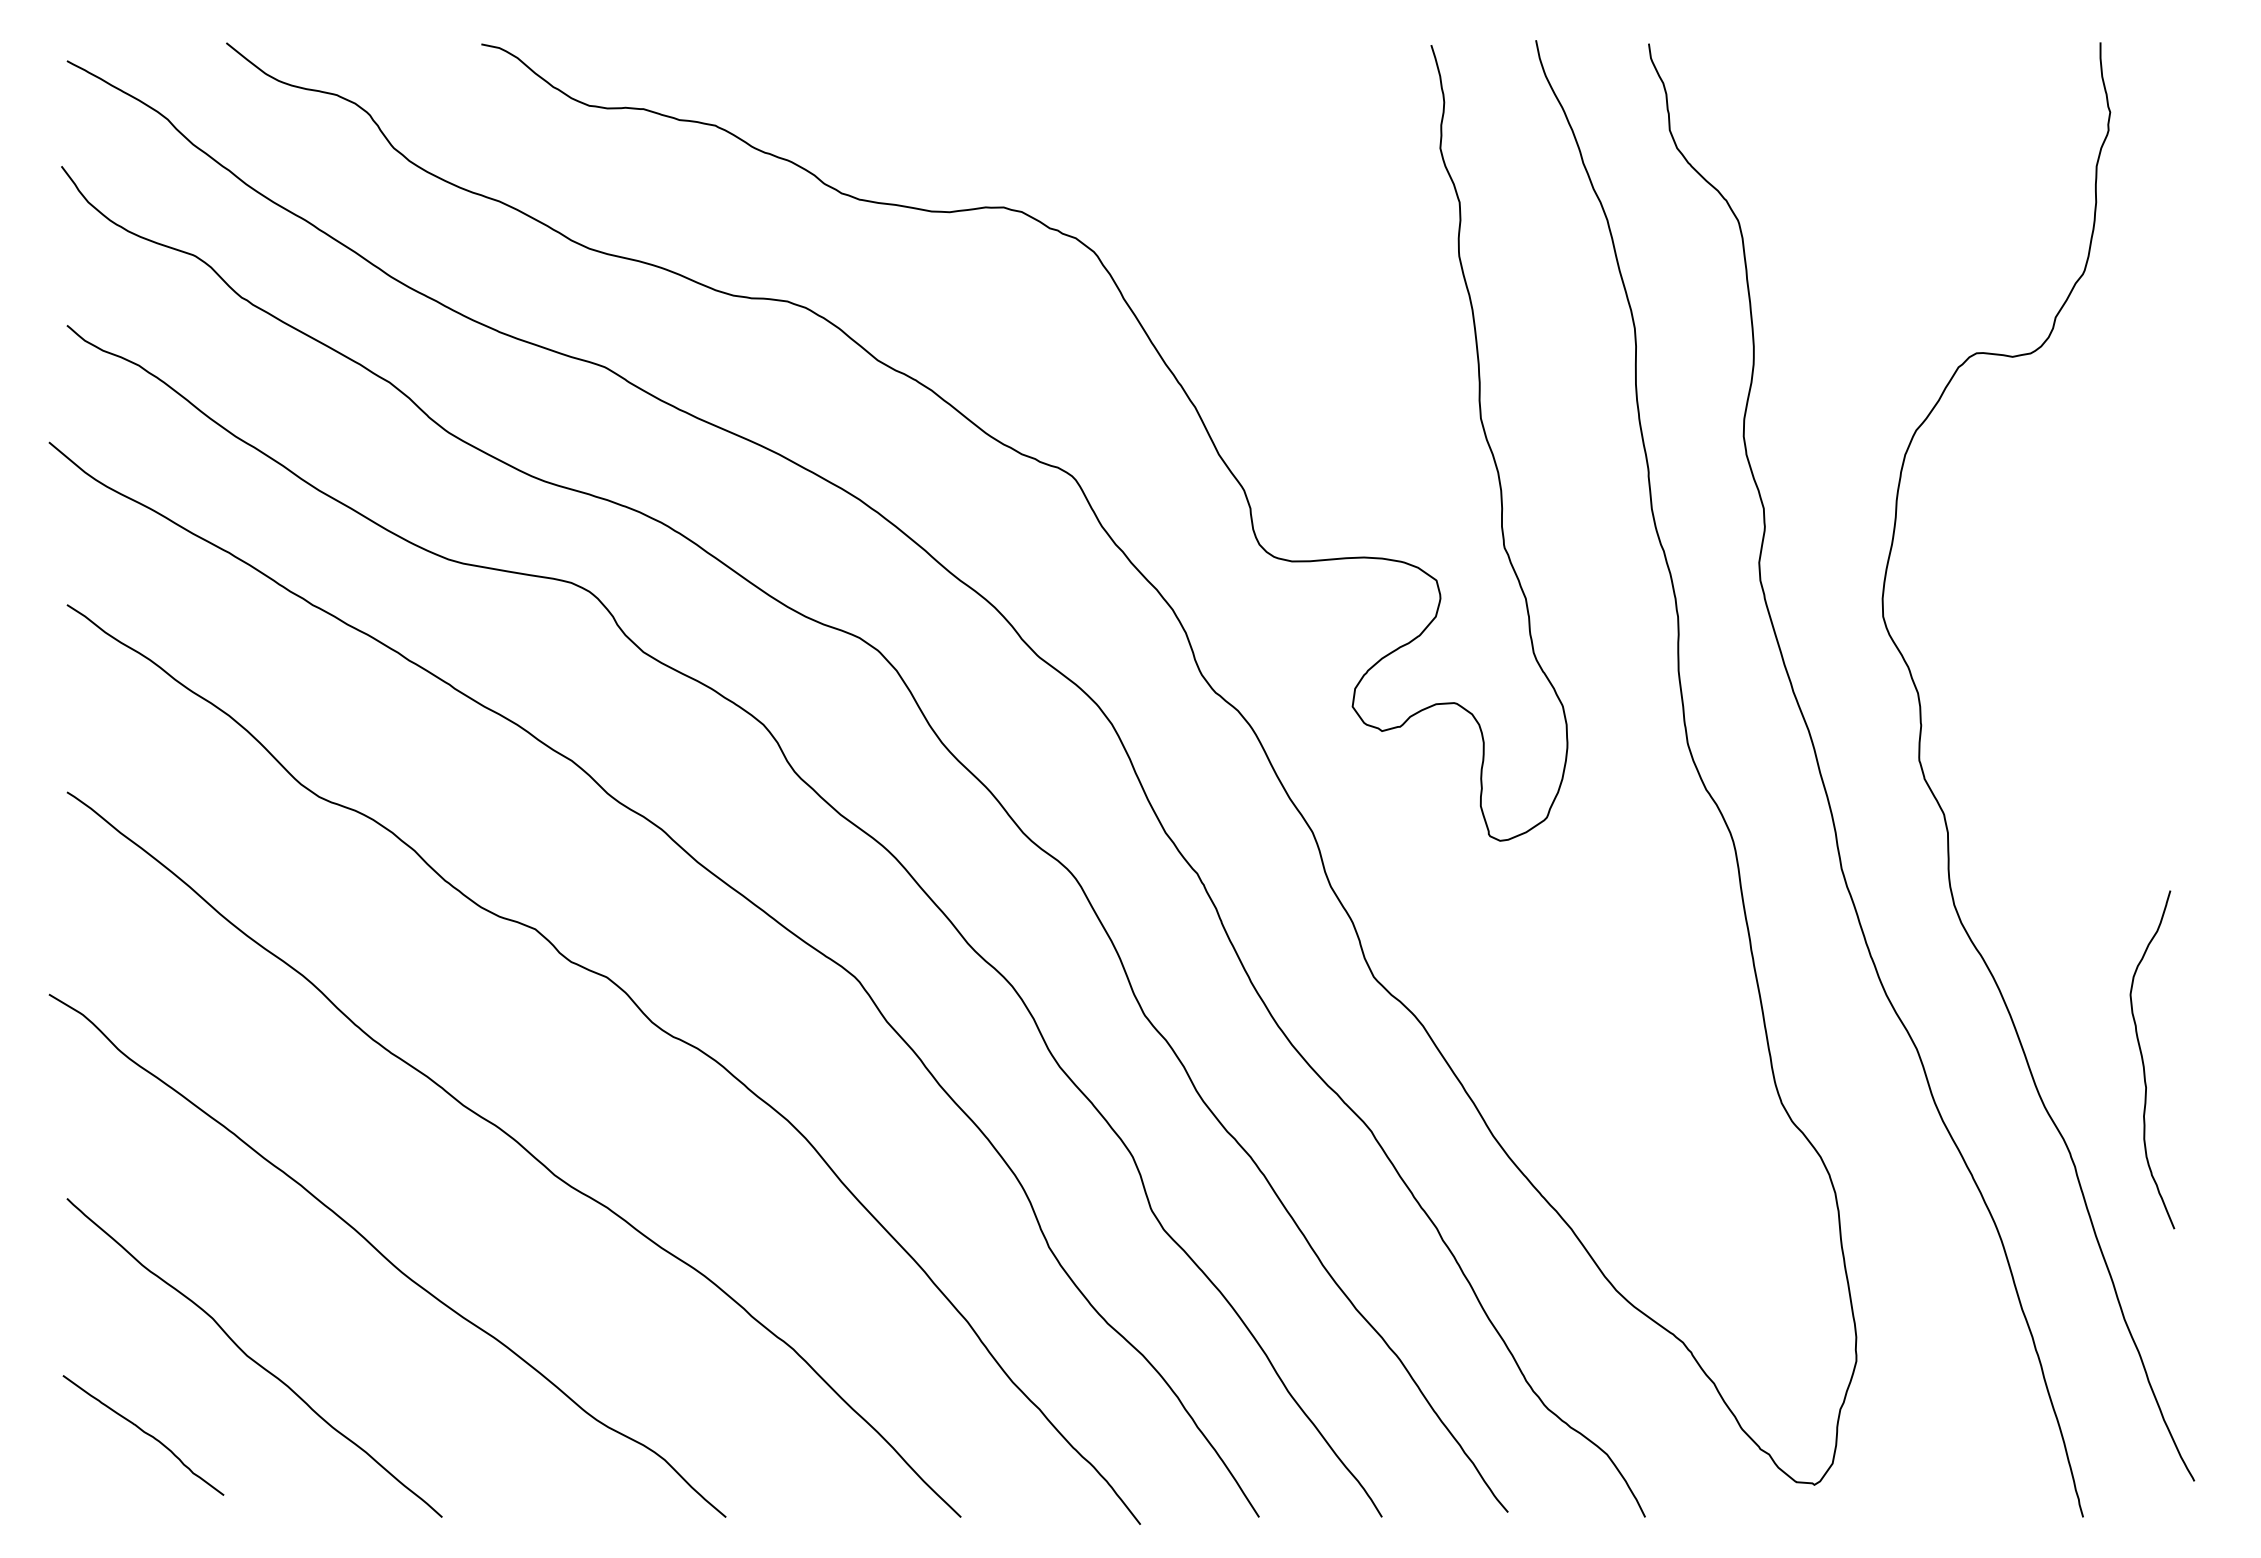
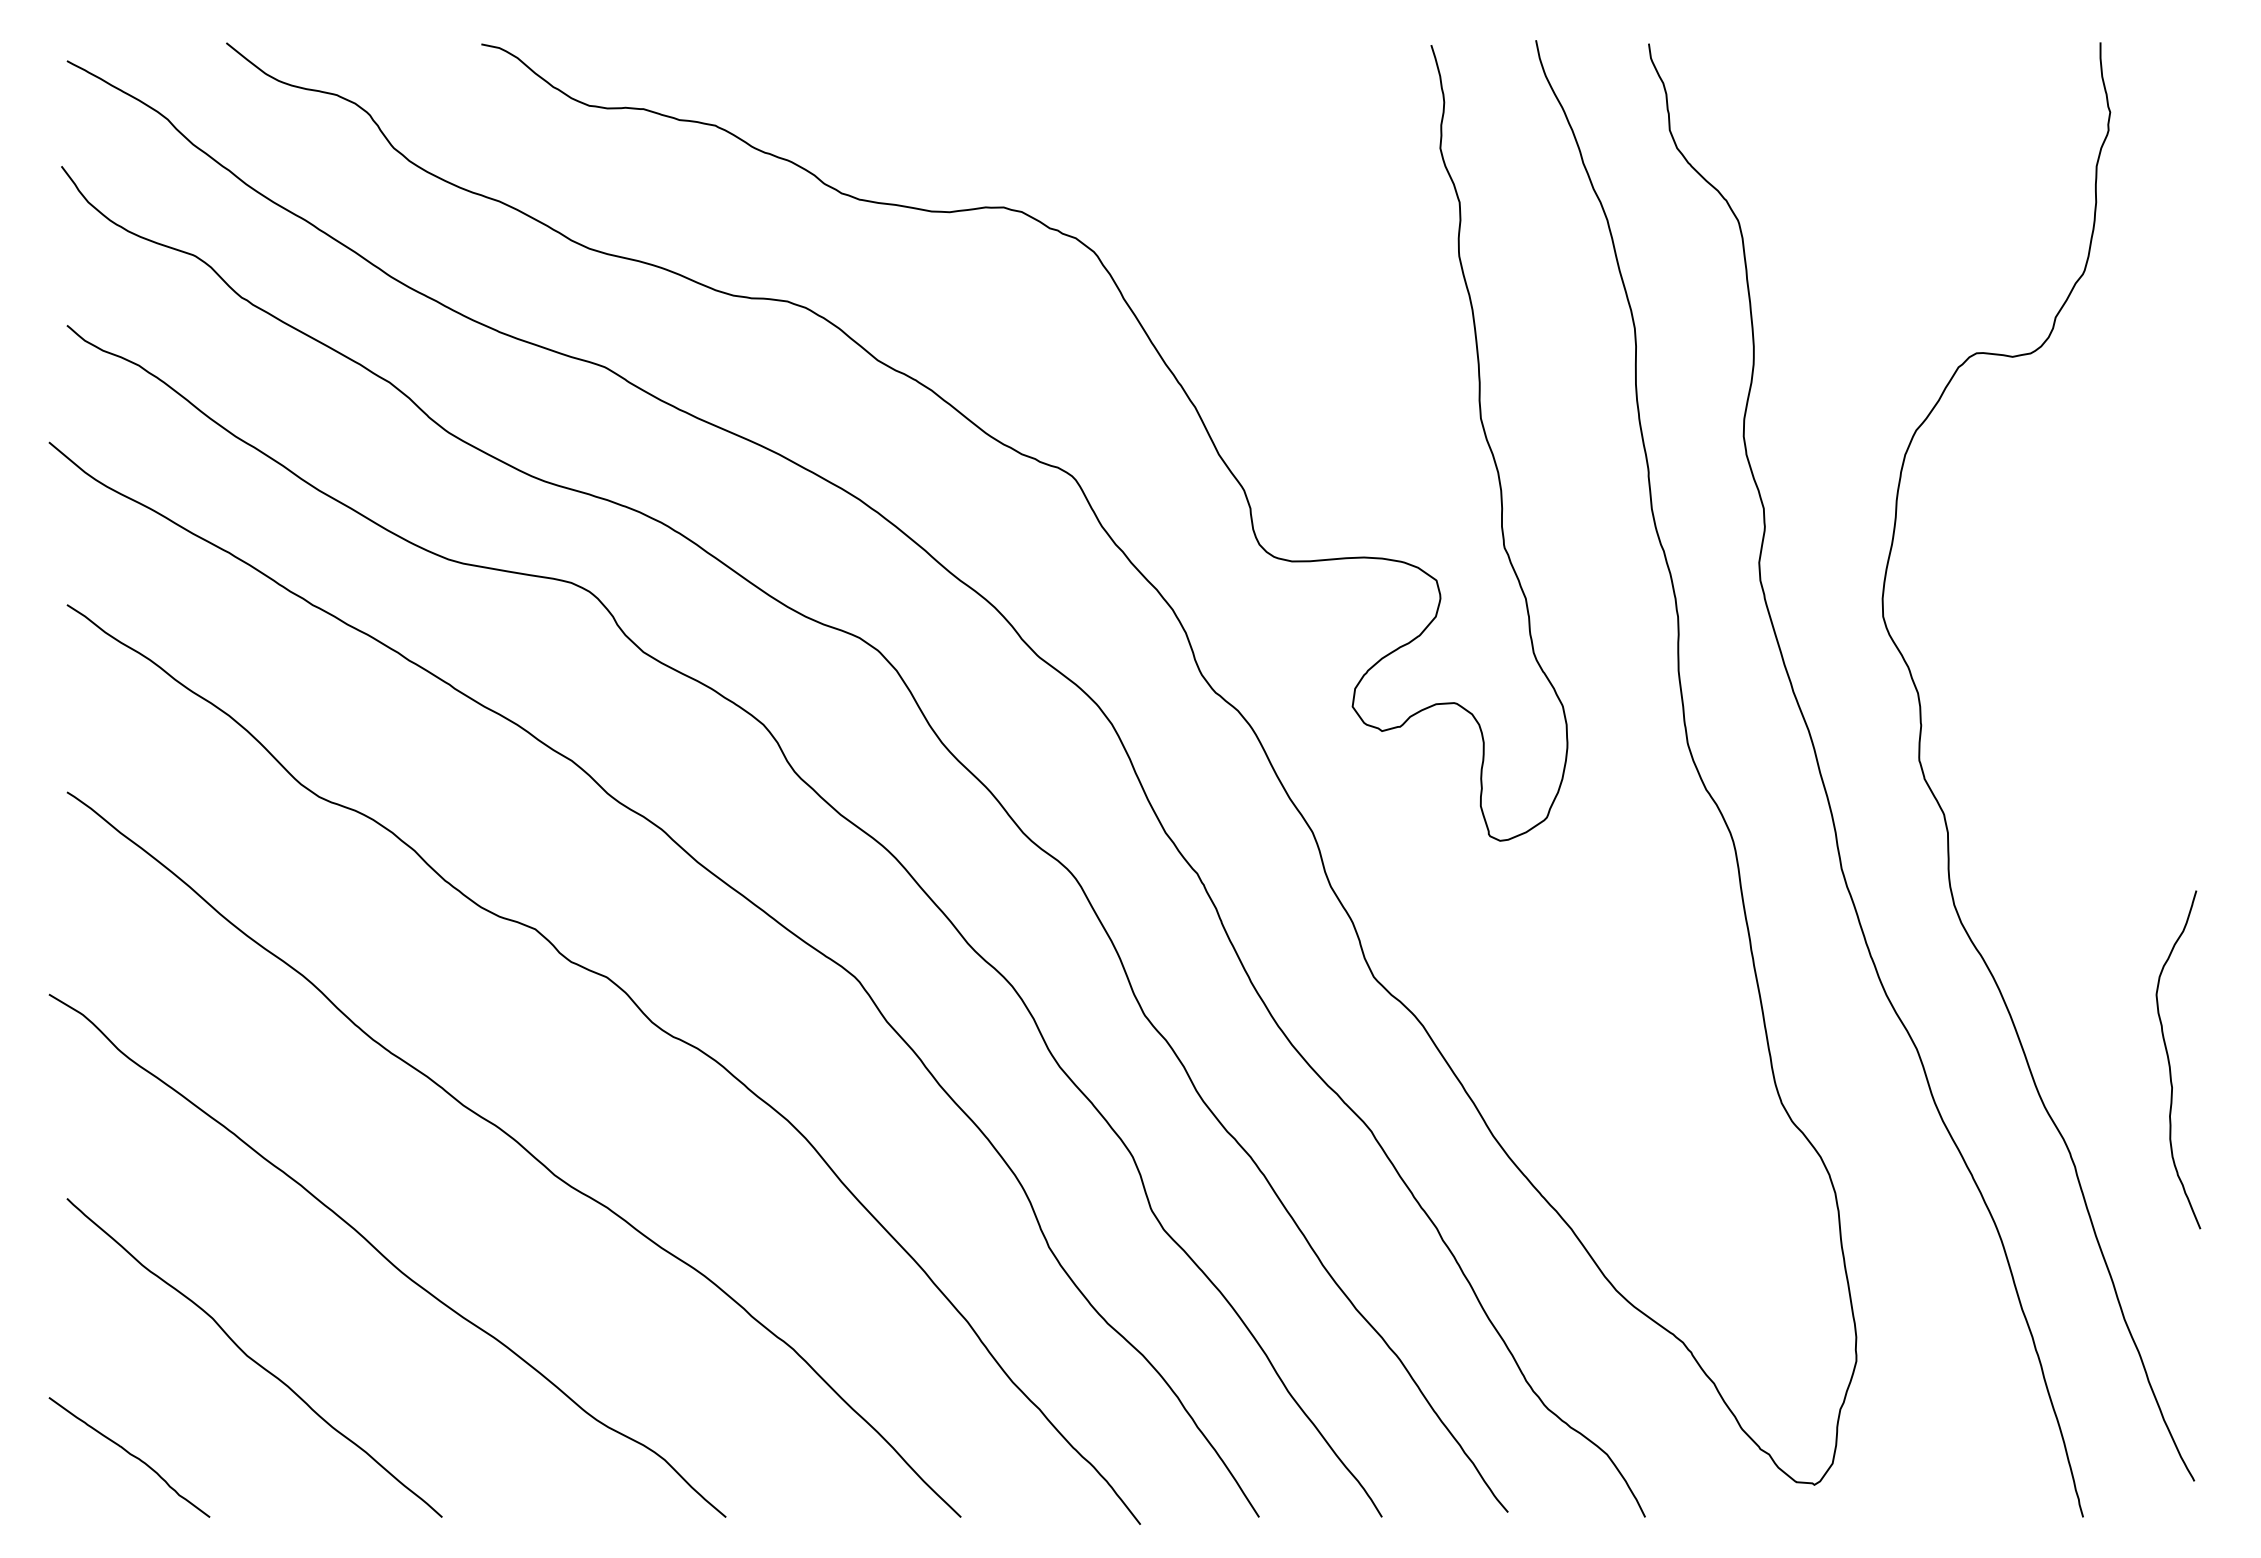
curve at (2144, 1063) position: (2144, 1063) -> (2170, 1063)
curve at (144, 1433) position: (144, 1433) -> (130, 1455)
